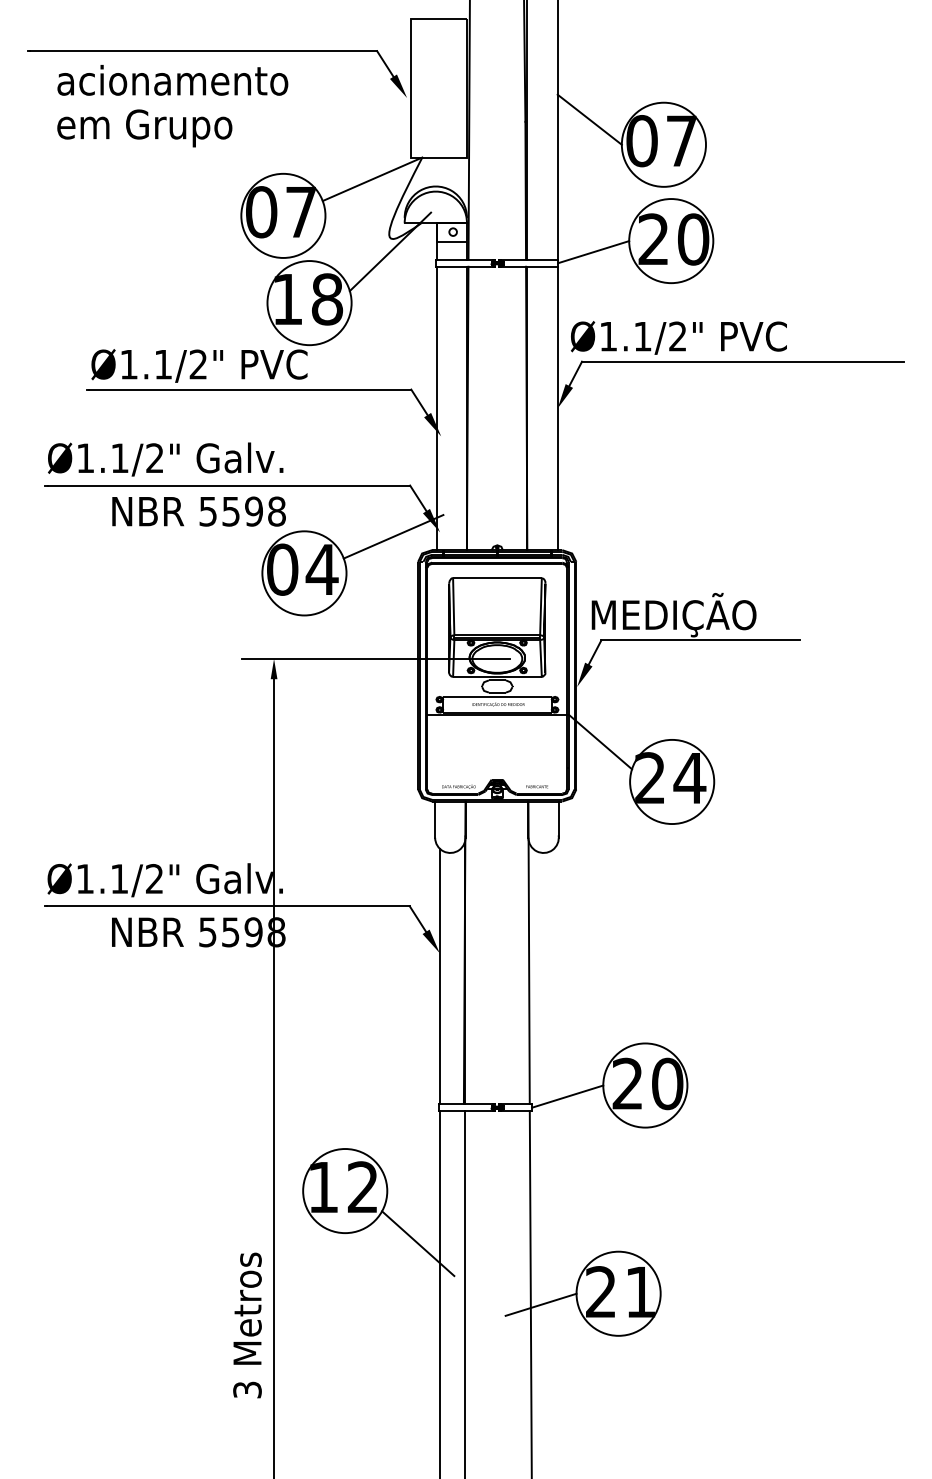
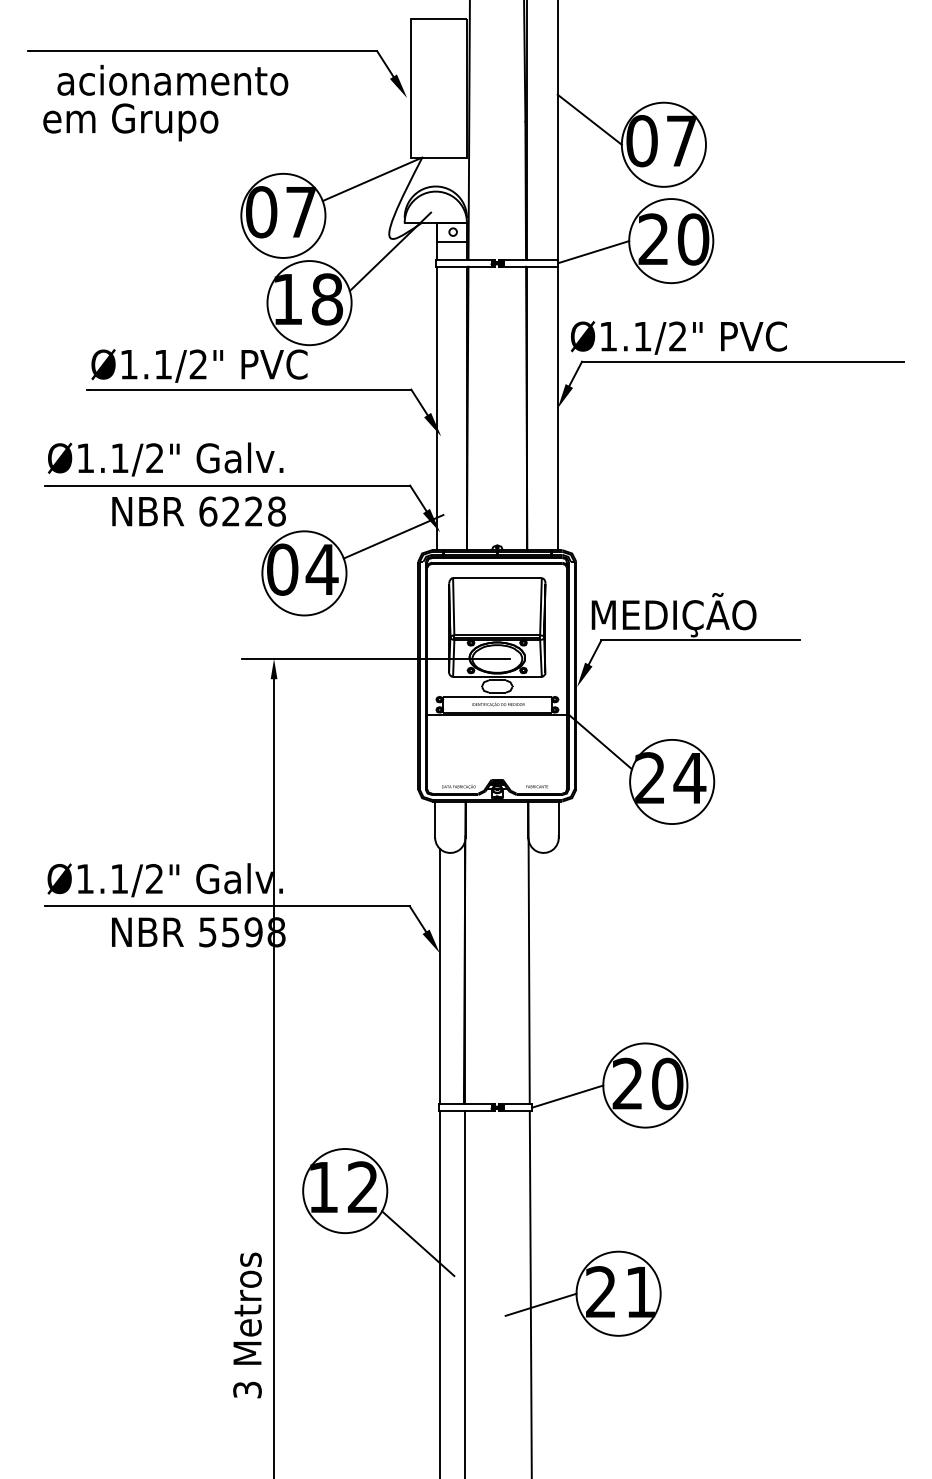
text at (144, 128) position: (144, 128) -> (130, 122)
text at (230, 511): 5598 -> 6228
